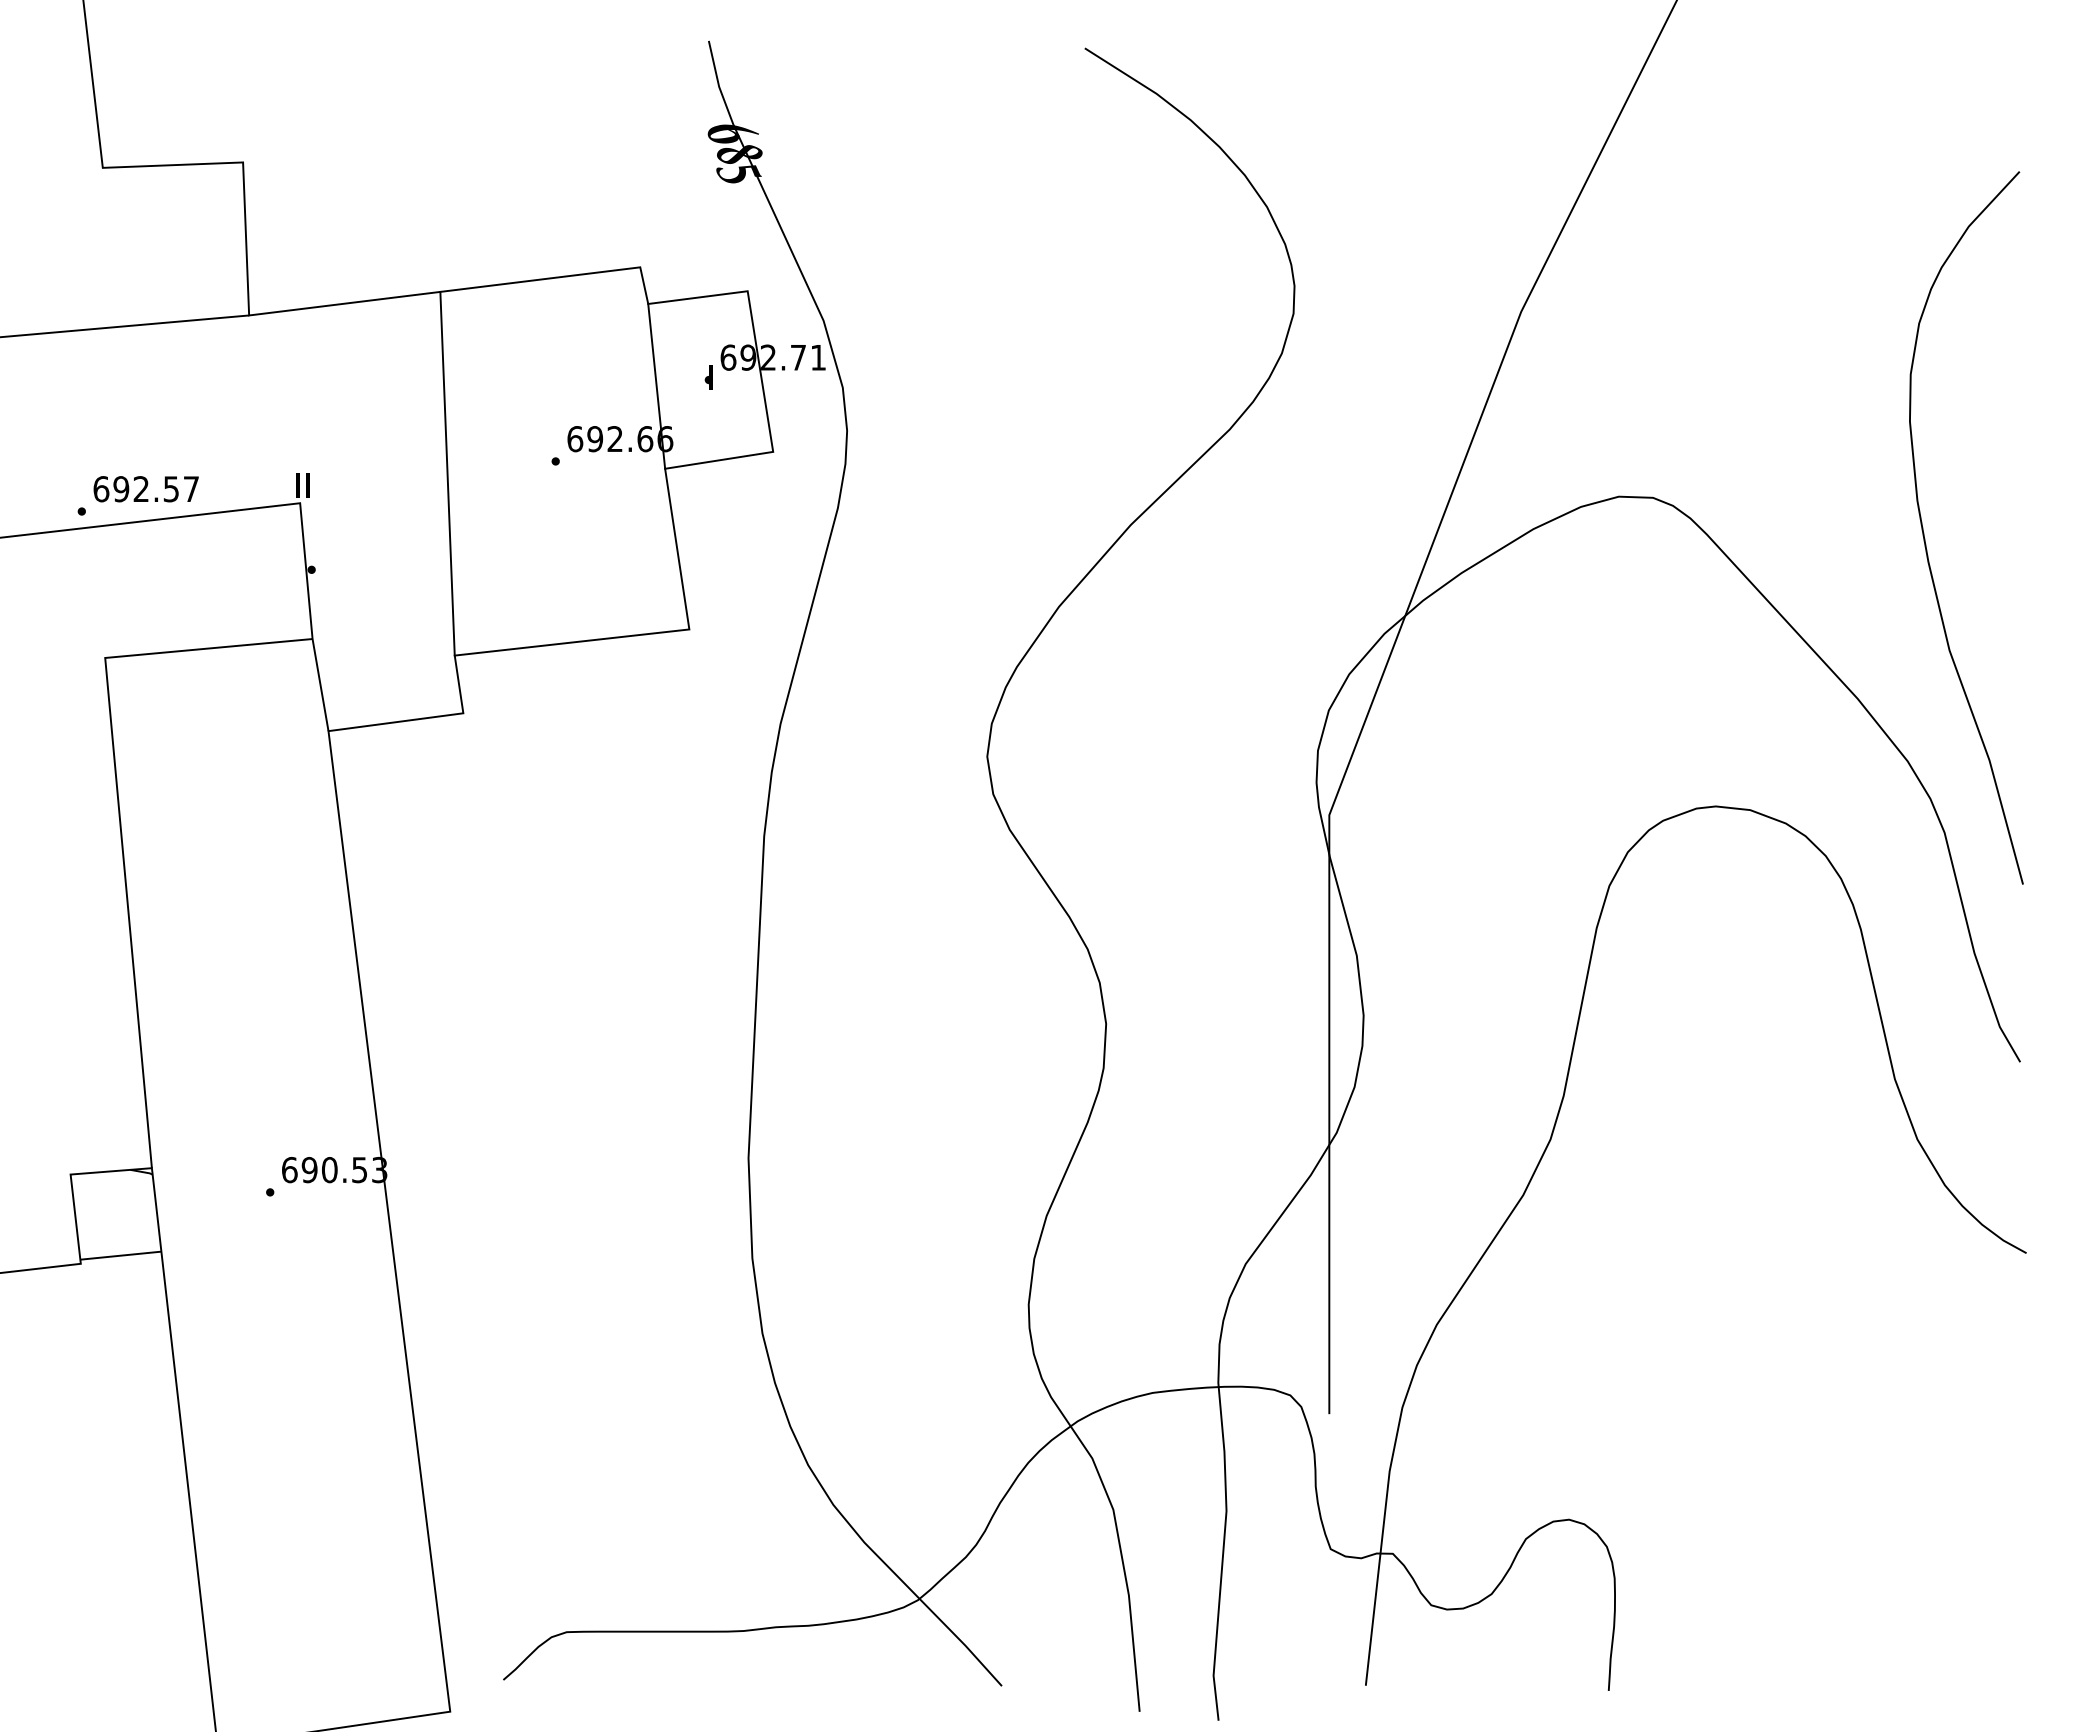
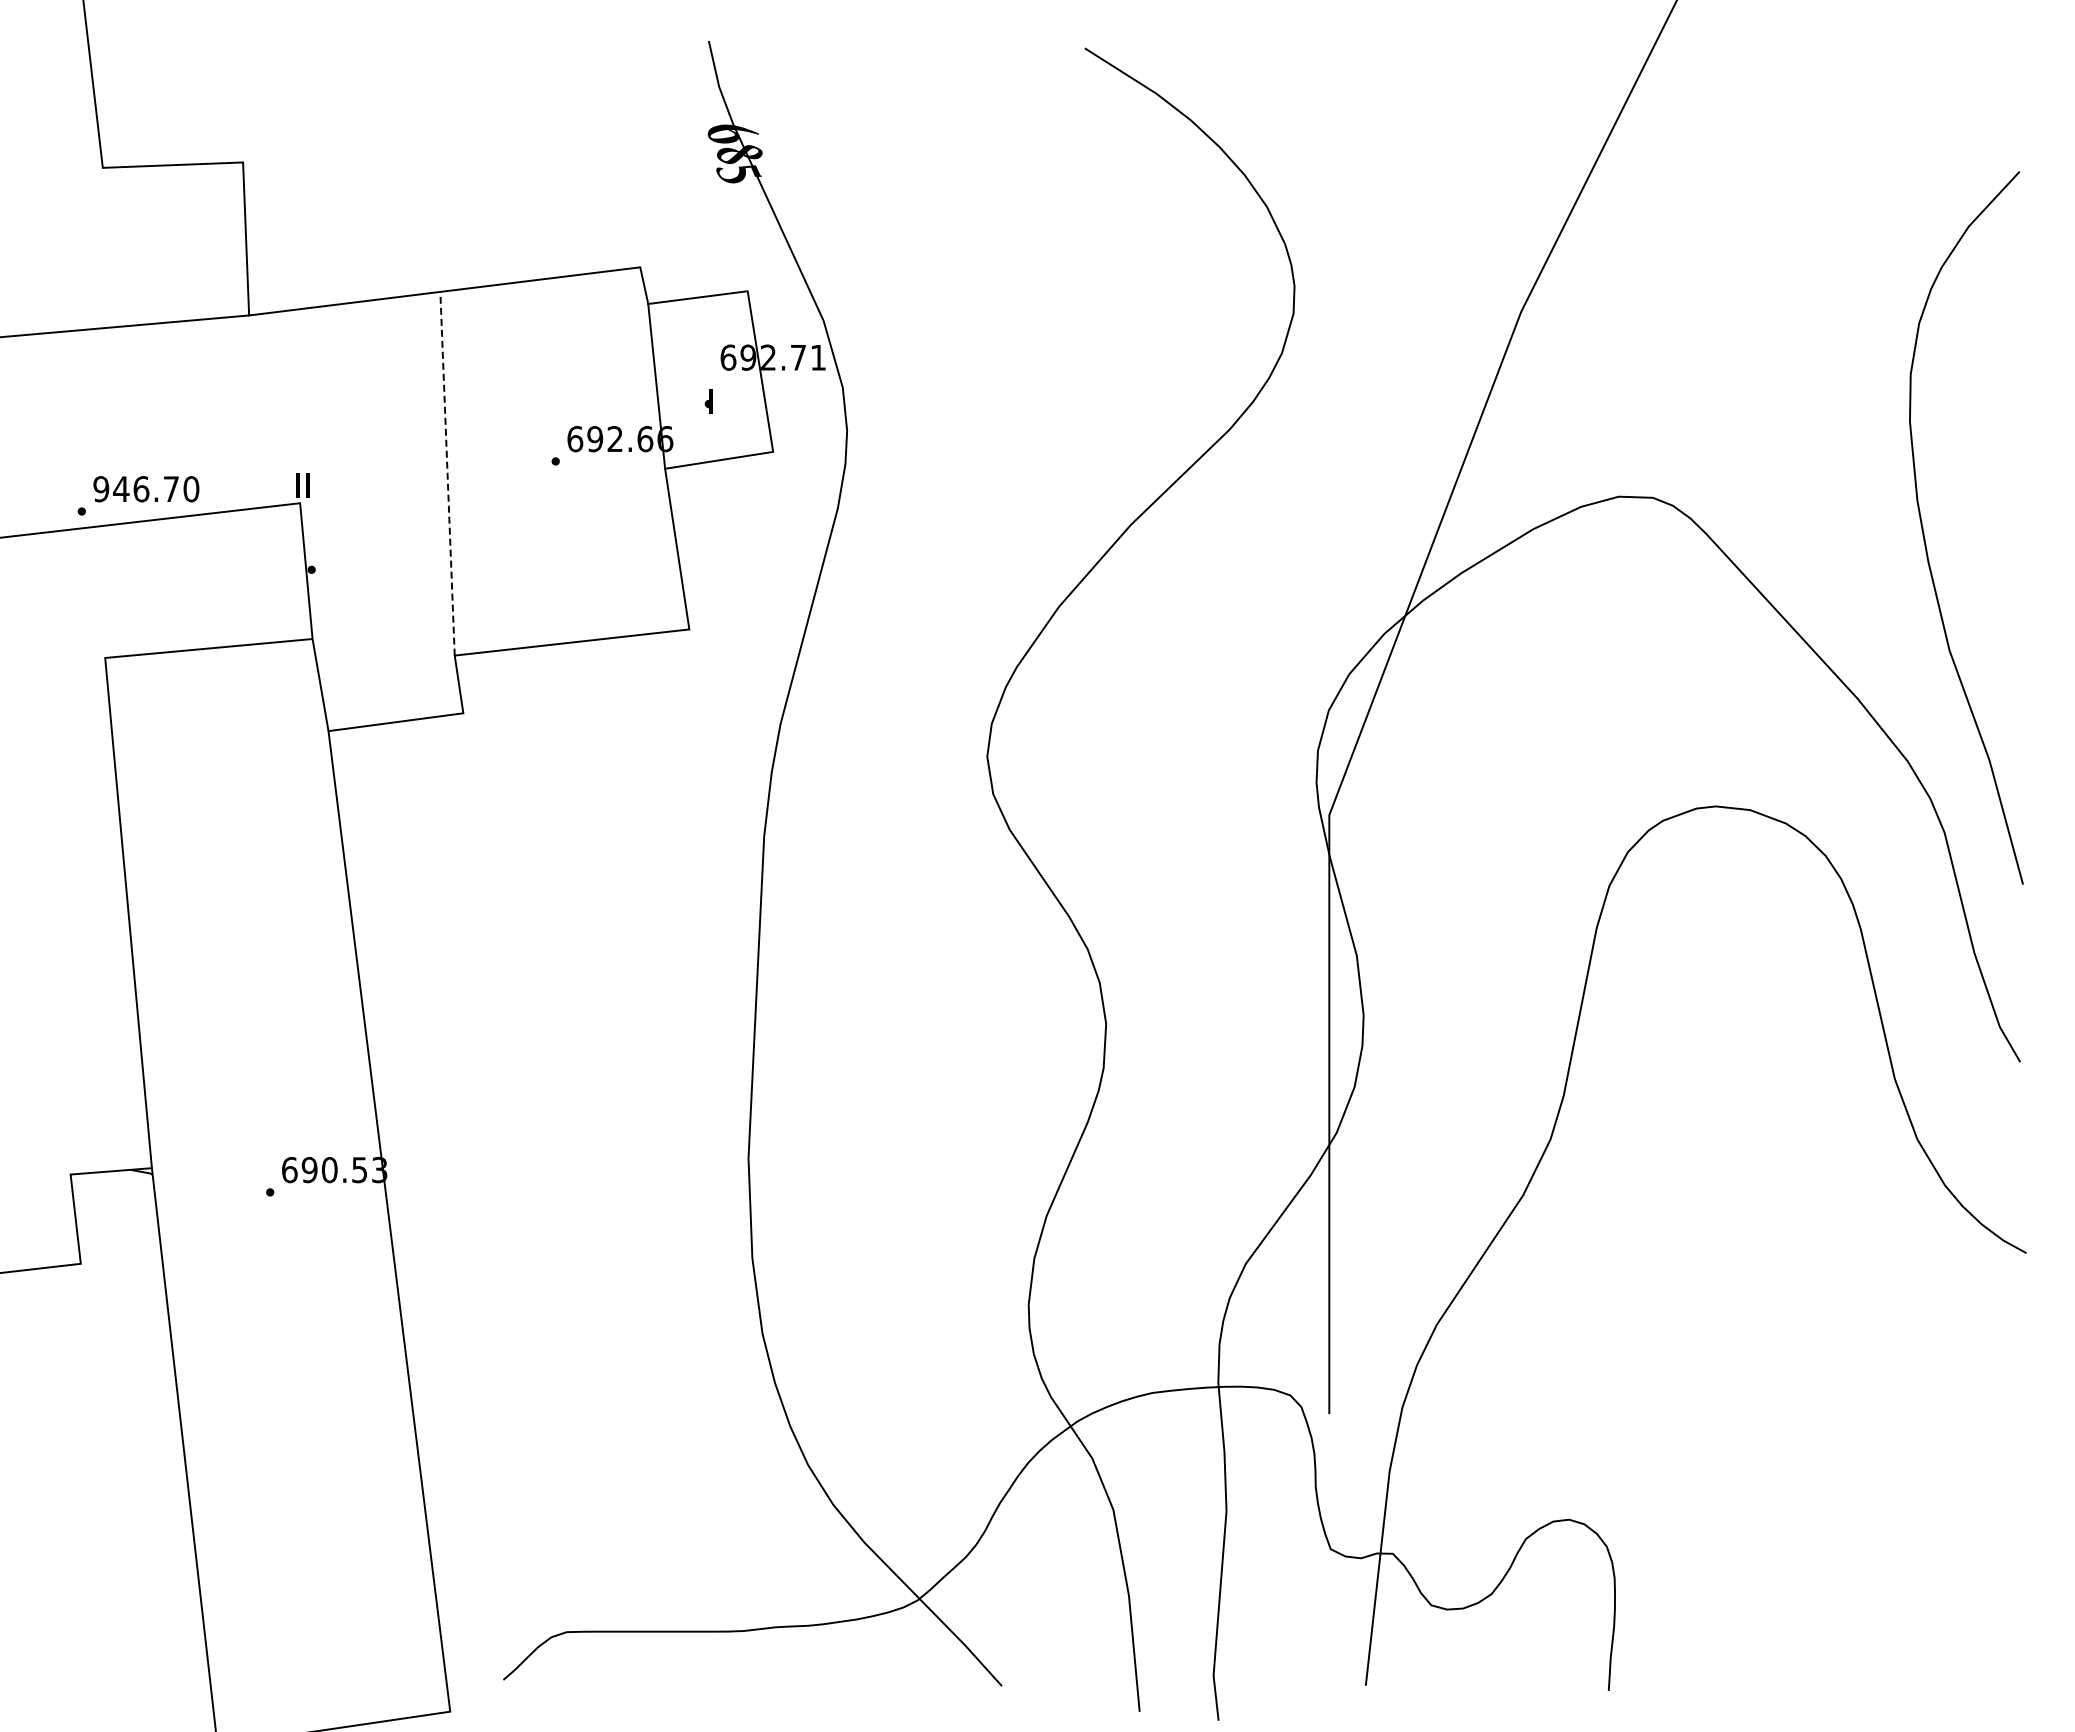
part at (708, 377) position: (708, 377) -> (708, 401)
line at (447, 473): solid -> dashed
text at (146, 489): 692.57 -> 946.70
line at (120, 1255): present -> none
